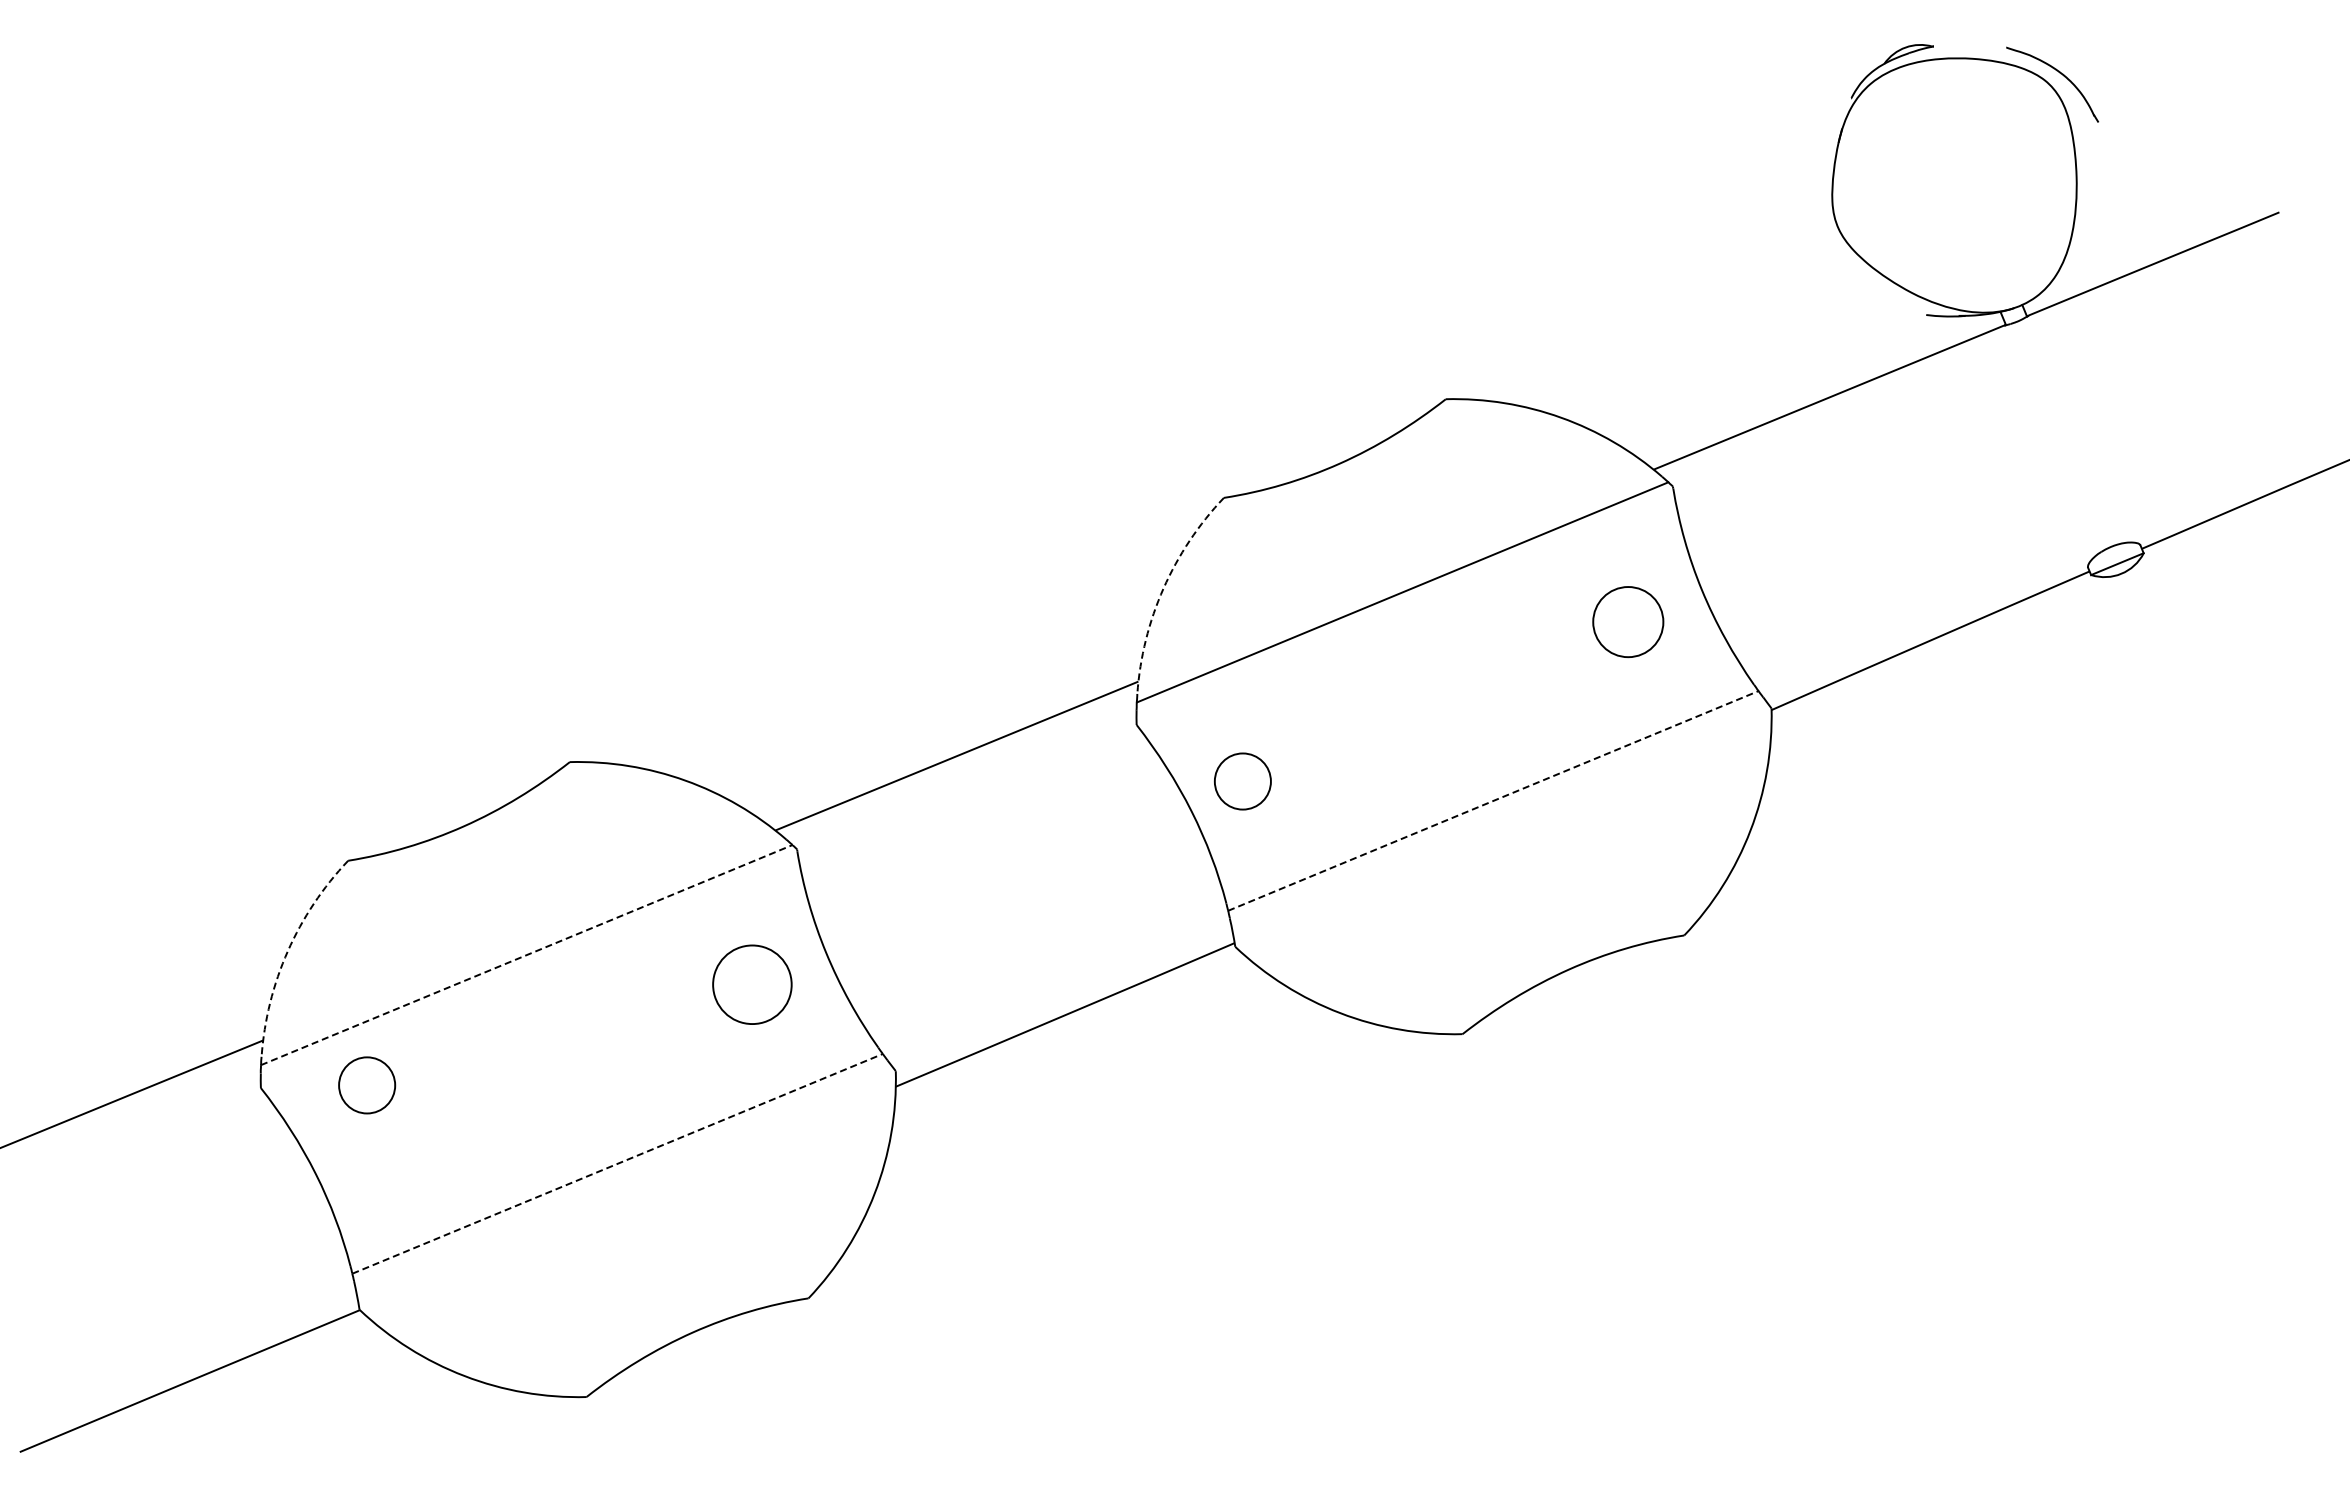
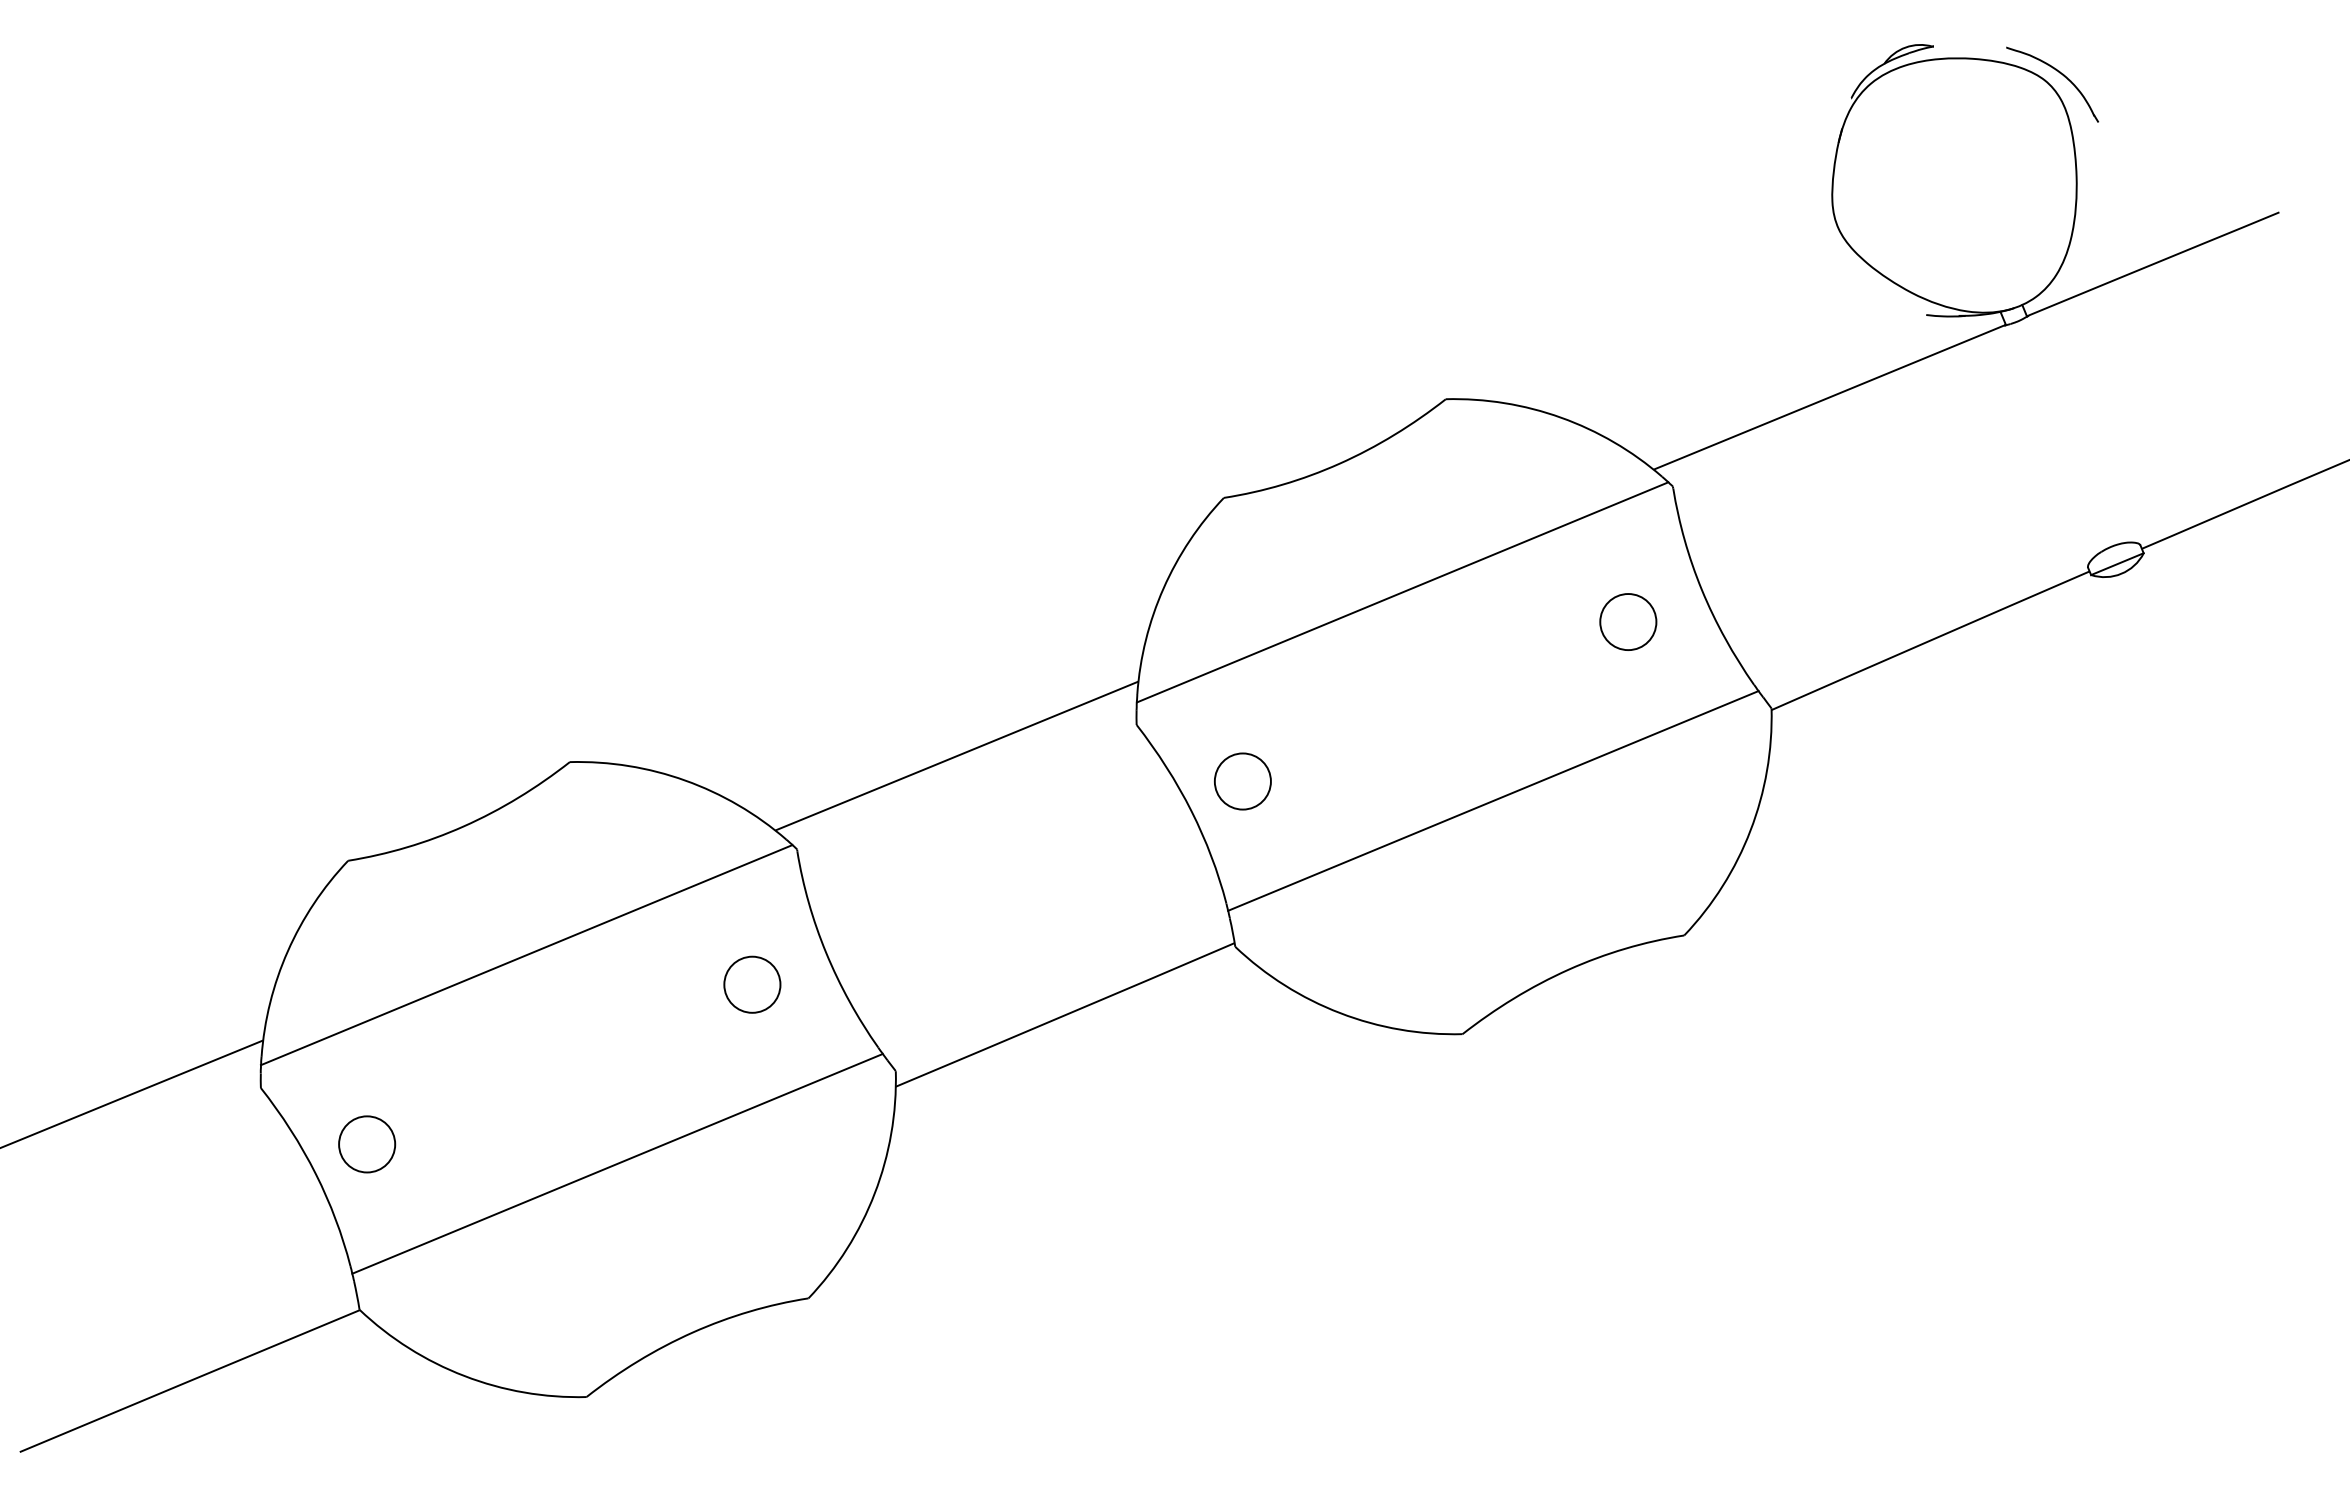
arc at (1163, 588): dashed -> solid
circle at (1628, 622) size: 73x73 px -> 59x58 px
line at (1493, 800): dashed -> solid
arc at (287, 951): dashed -> solid
line at (526, 955): dashed -> solid
circle at (752, 984) diameter: 79 px -> 56 px
circle at (367, 1085) position: (367, 1085) -> (367, 1144)
line at (618, 1163): dashed -> solid
